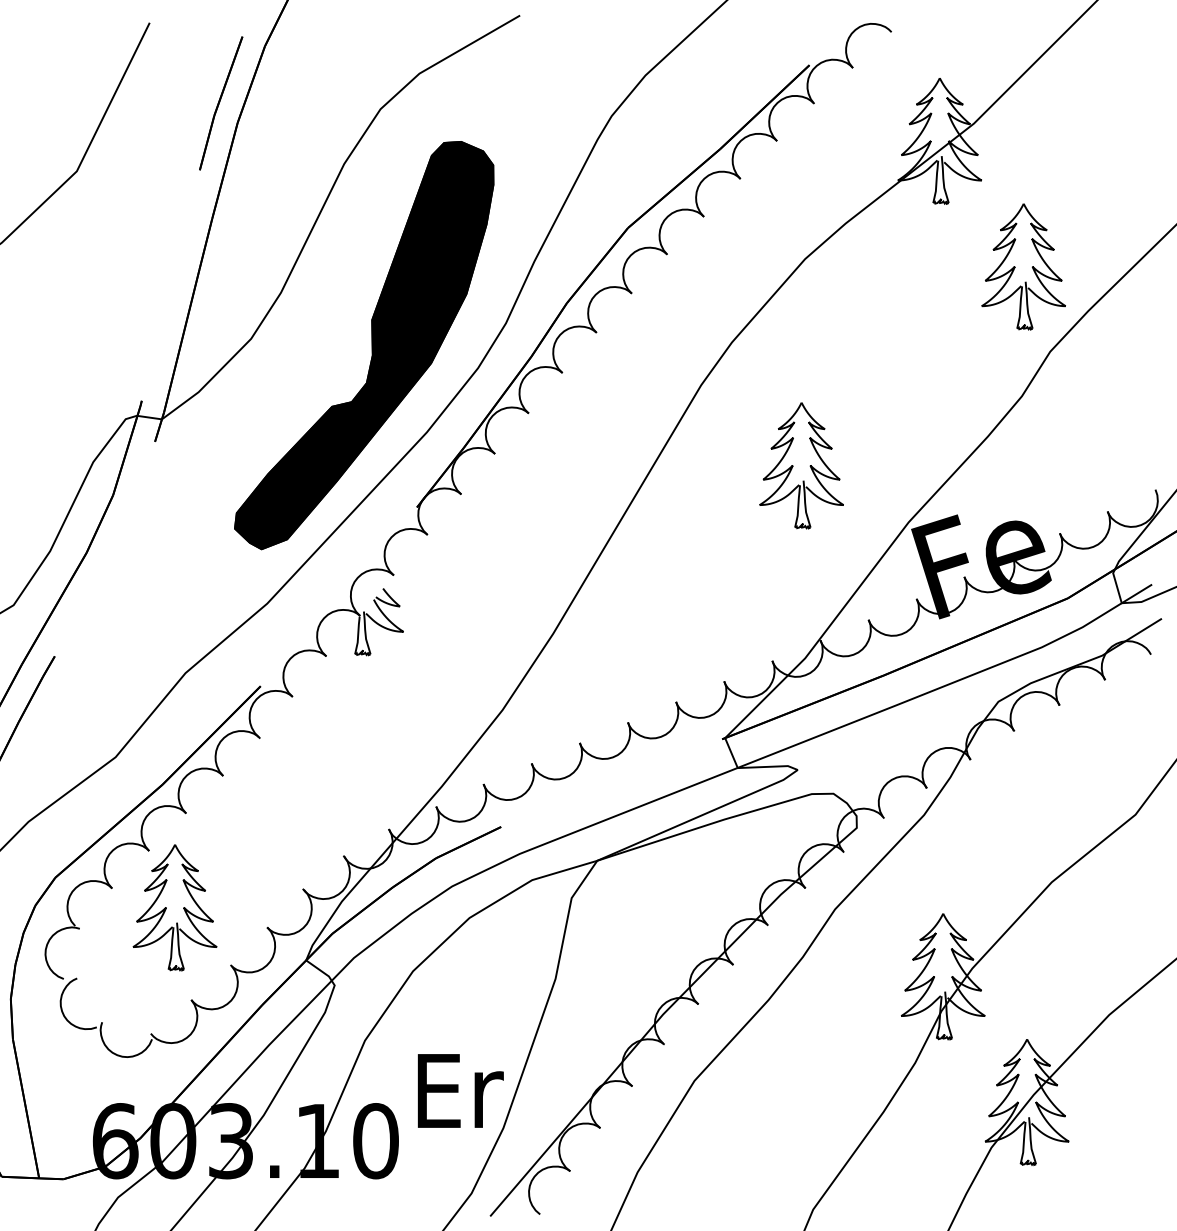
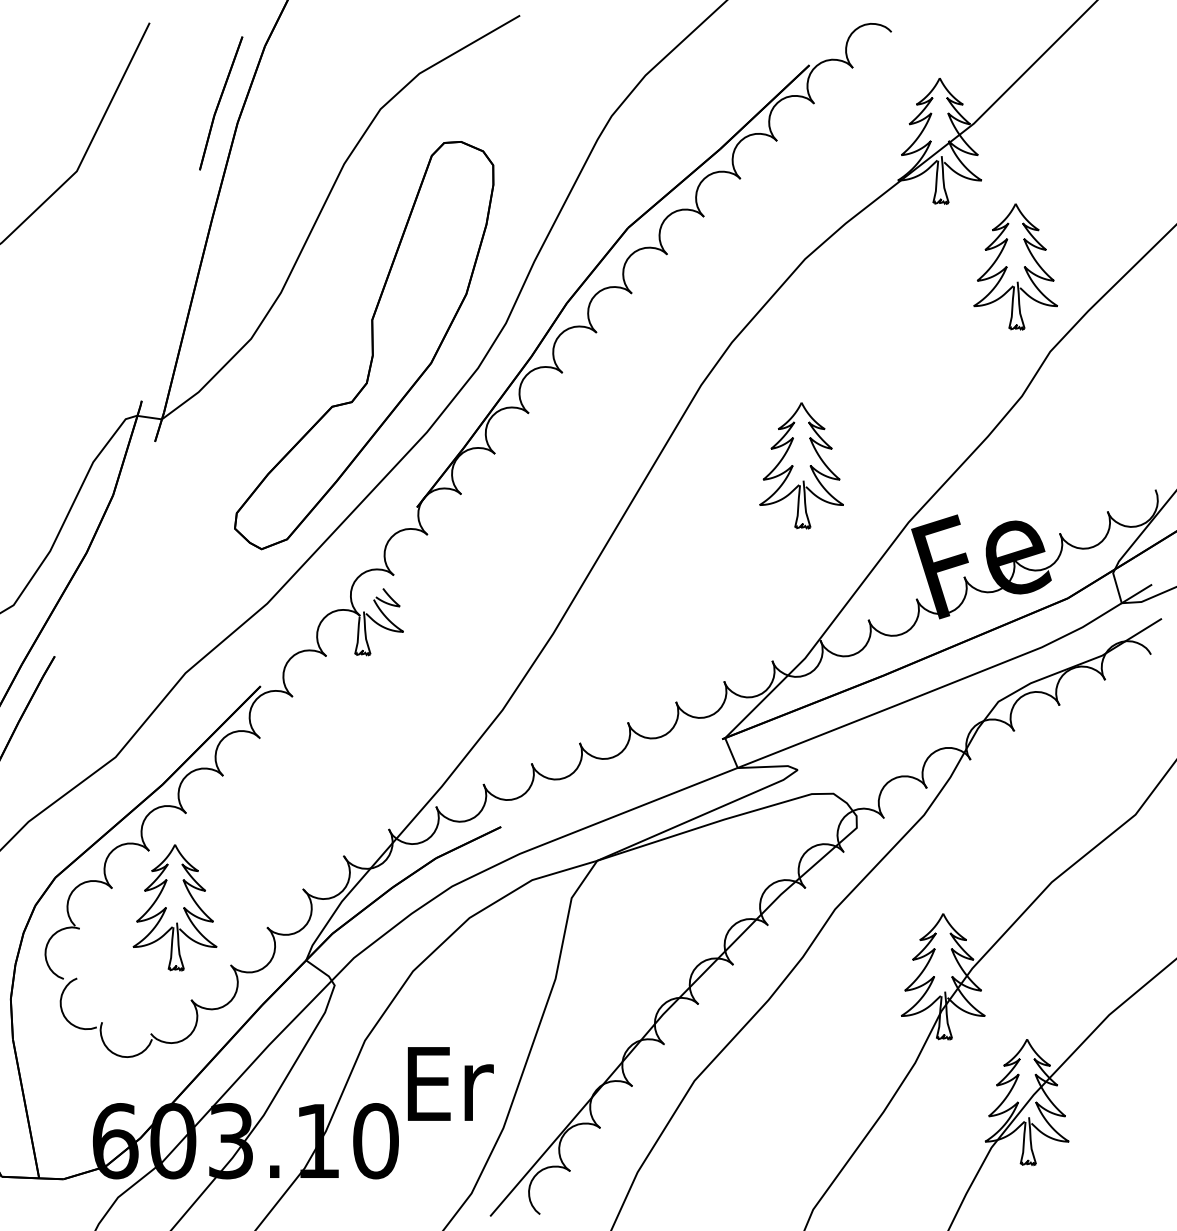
part at (1023, 266) position: (1023, 266) -> (1015, 266)
fill at (363, 345): present -> none
text at (460, 1090) position: (460, 1090) -> (450, 1083)
